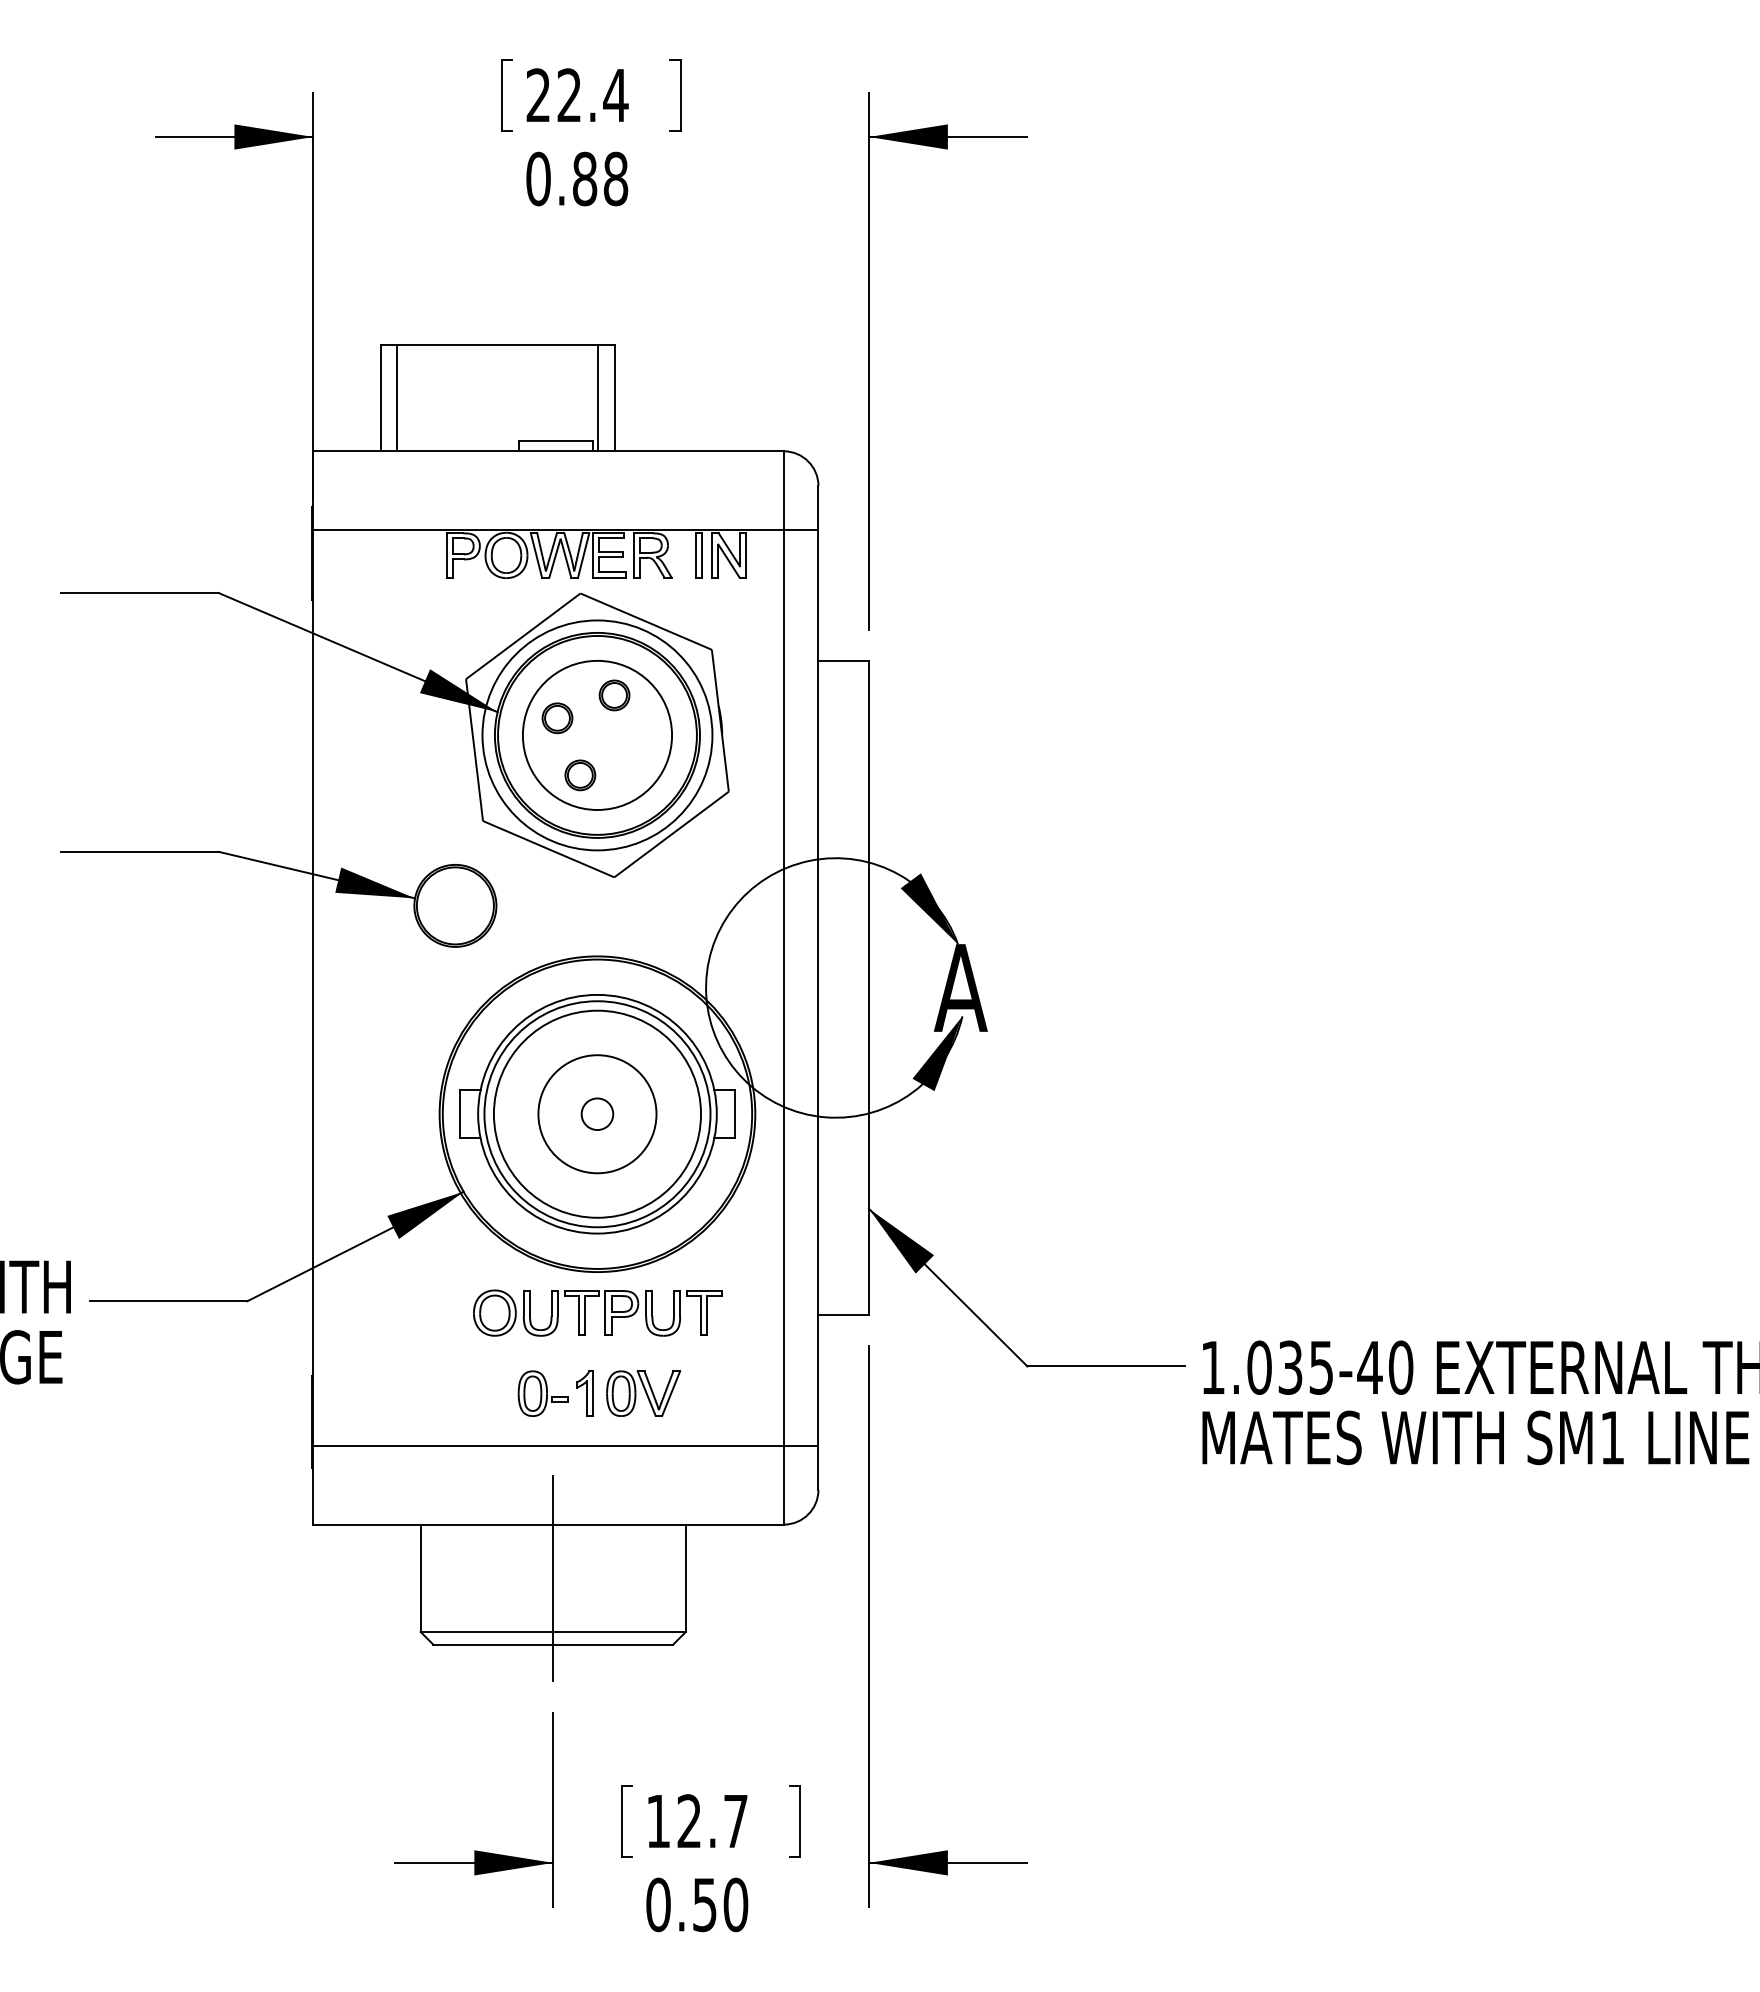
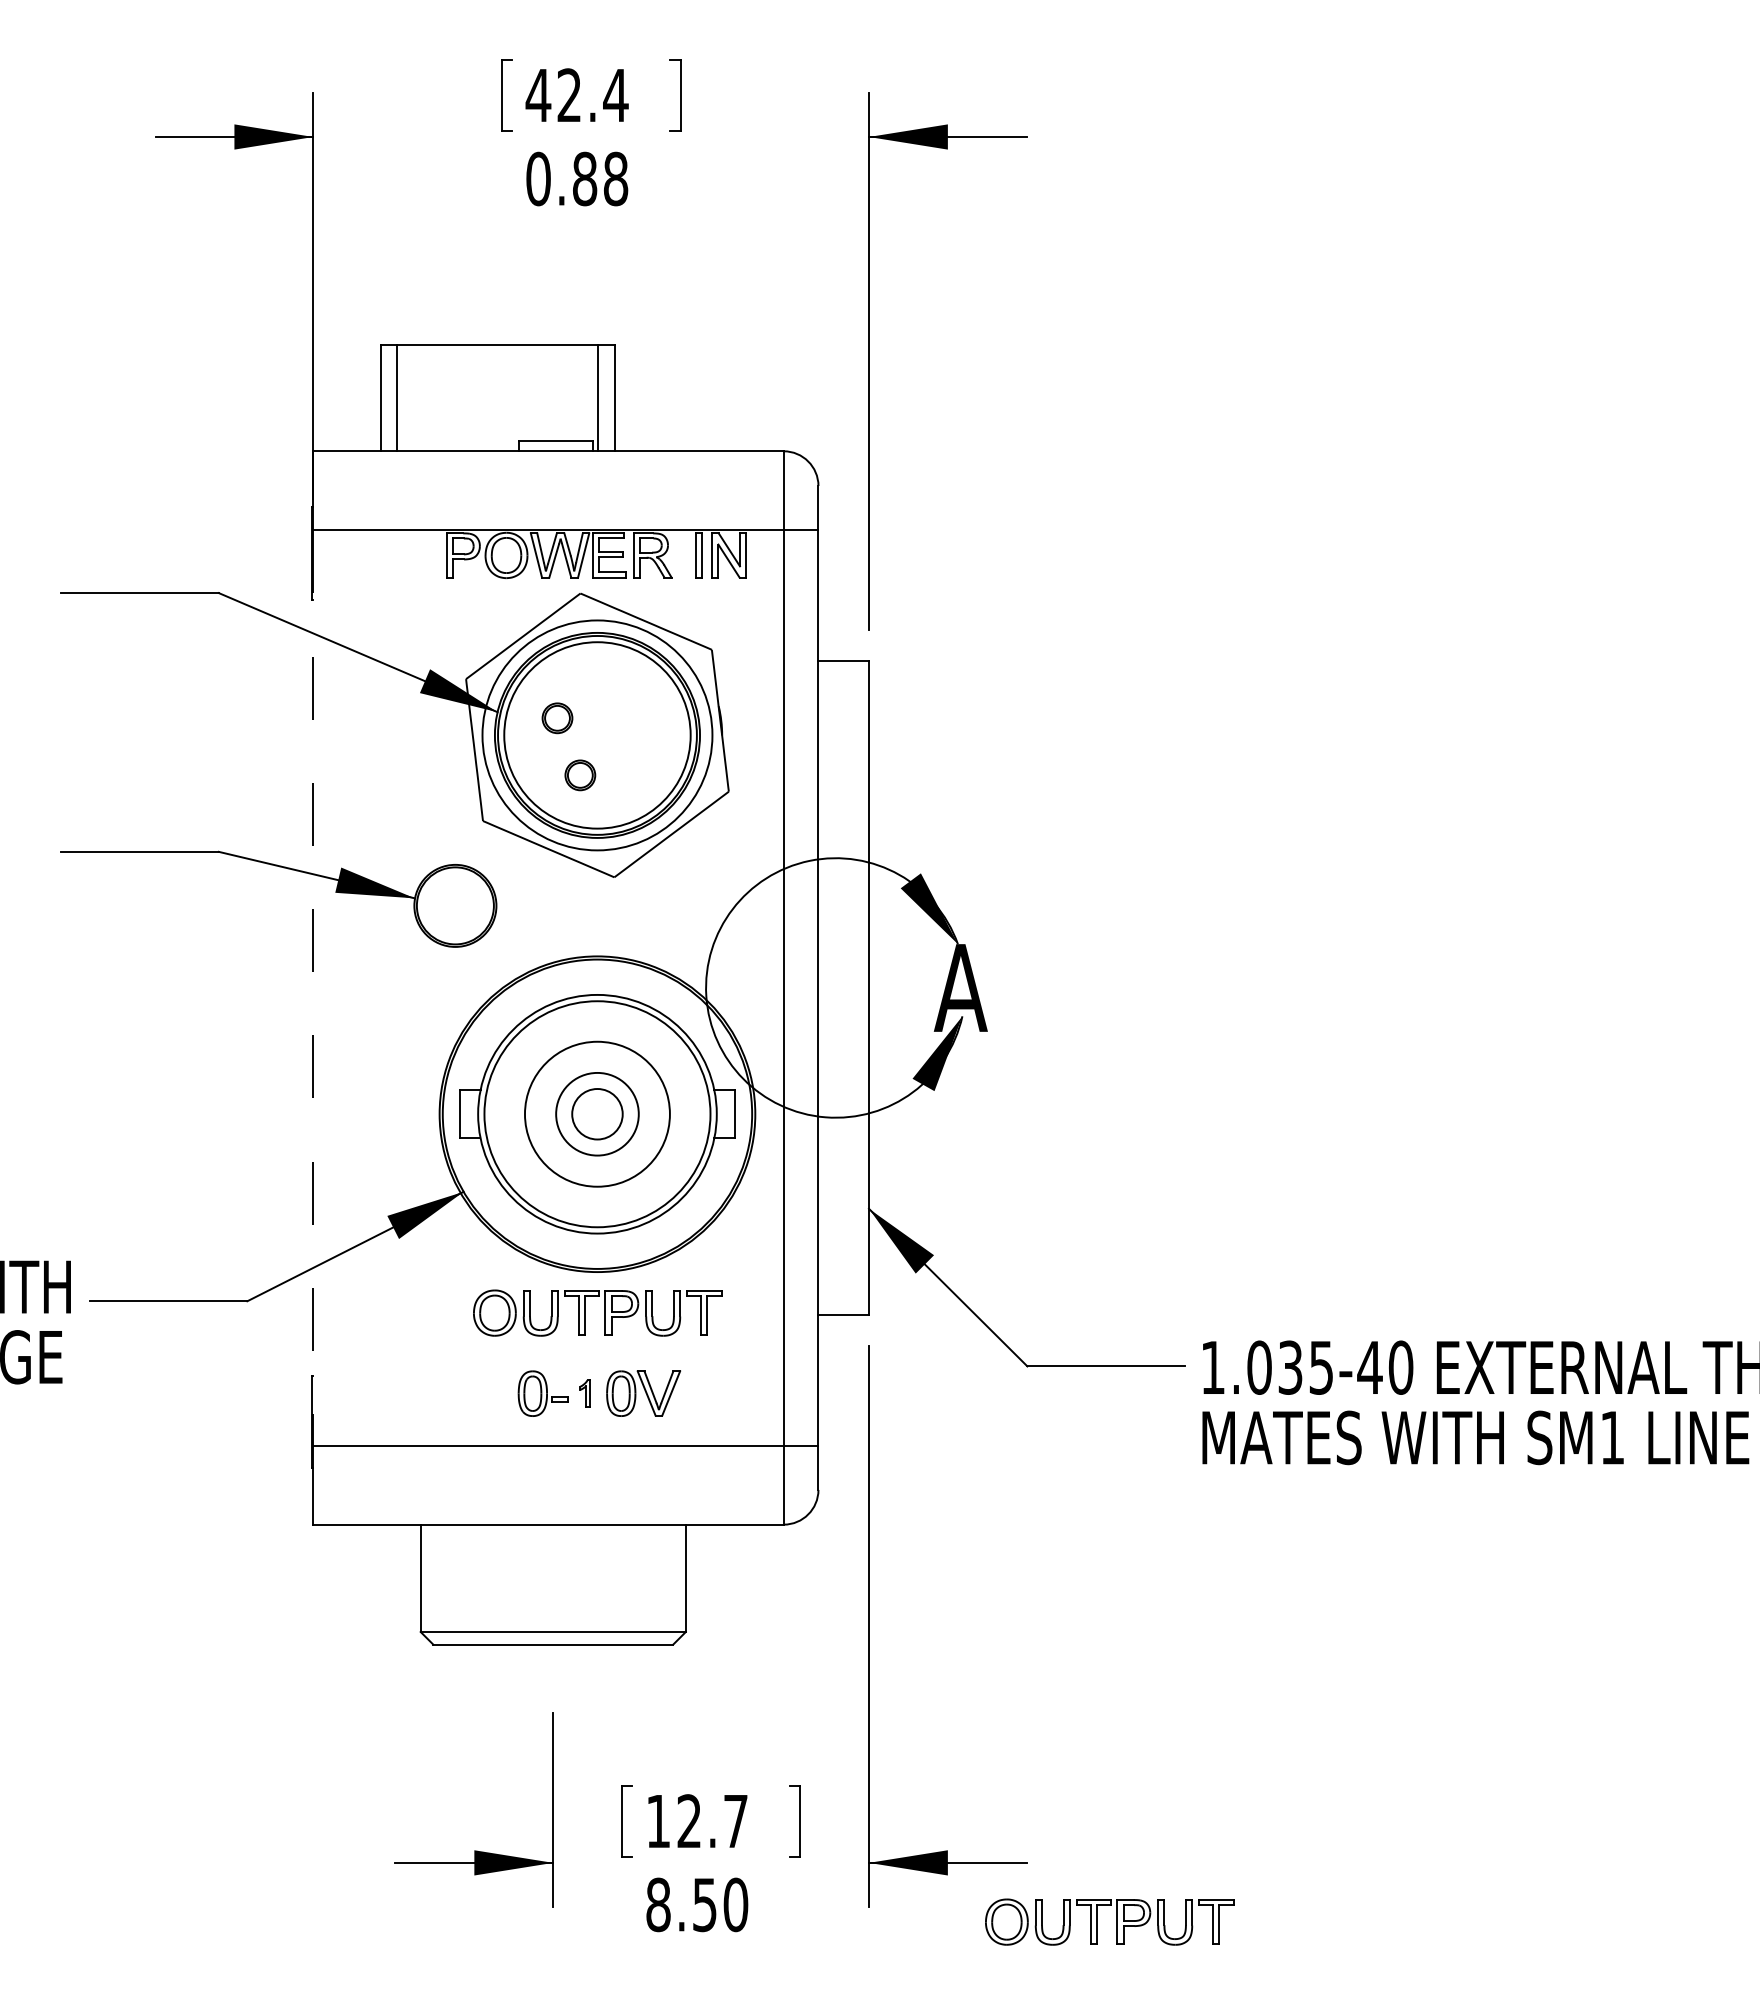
text at (538, 94): 22.4 -> 42.4
part at (614, 695): present -> none
circle at (597, 734) diameter: 149 px -> 186 px
line at (313, 987): solid -> dashed
circle at (597, 1113) diameter: 207 px -> 145 px
circle at (597, 1114) diameter: 118 px -> 83 px
circle at (597, 1114) diameter: 32 px -> 51 px
part at (584, 1393) size: 18x47 px -> 12x29 px
line at (553, 1577): present -> none
text at (658, 1904): 0.50 -> 8.50
part at (1116, 1921): none -> present
